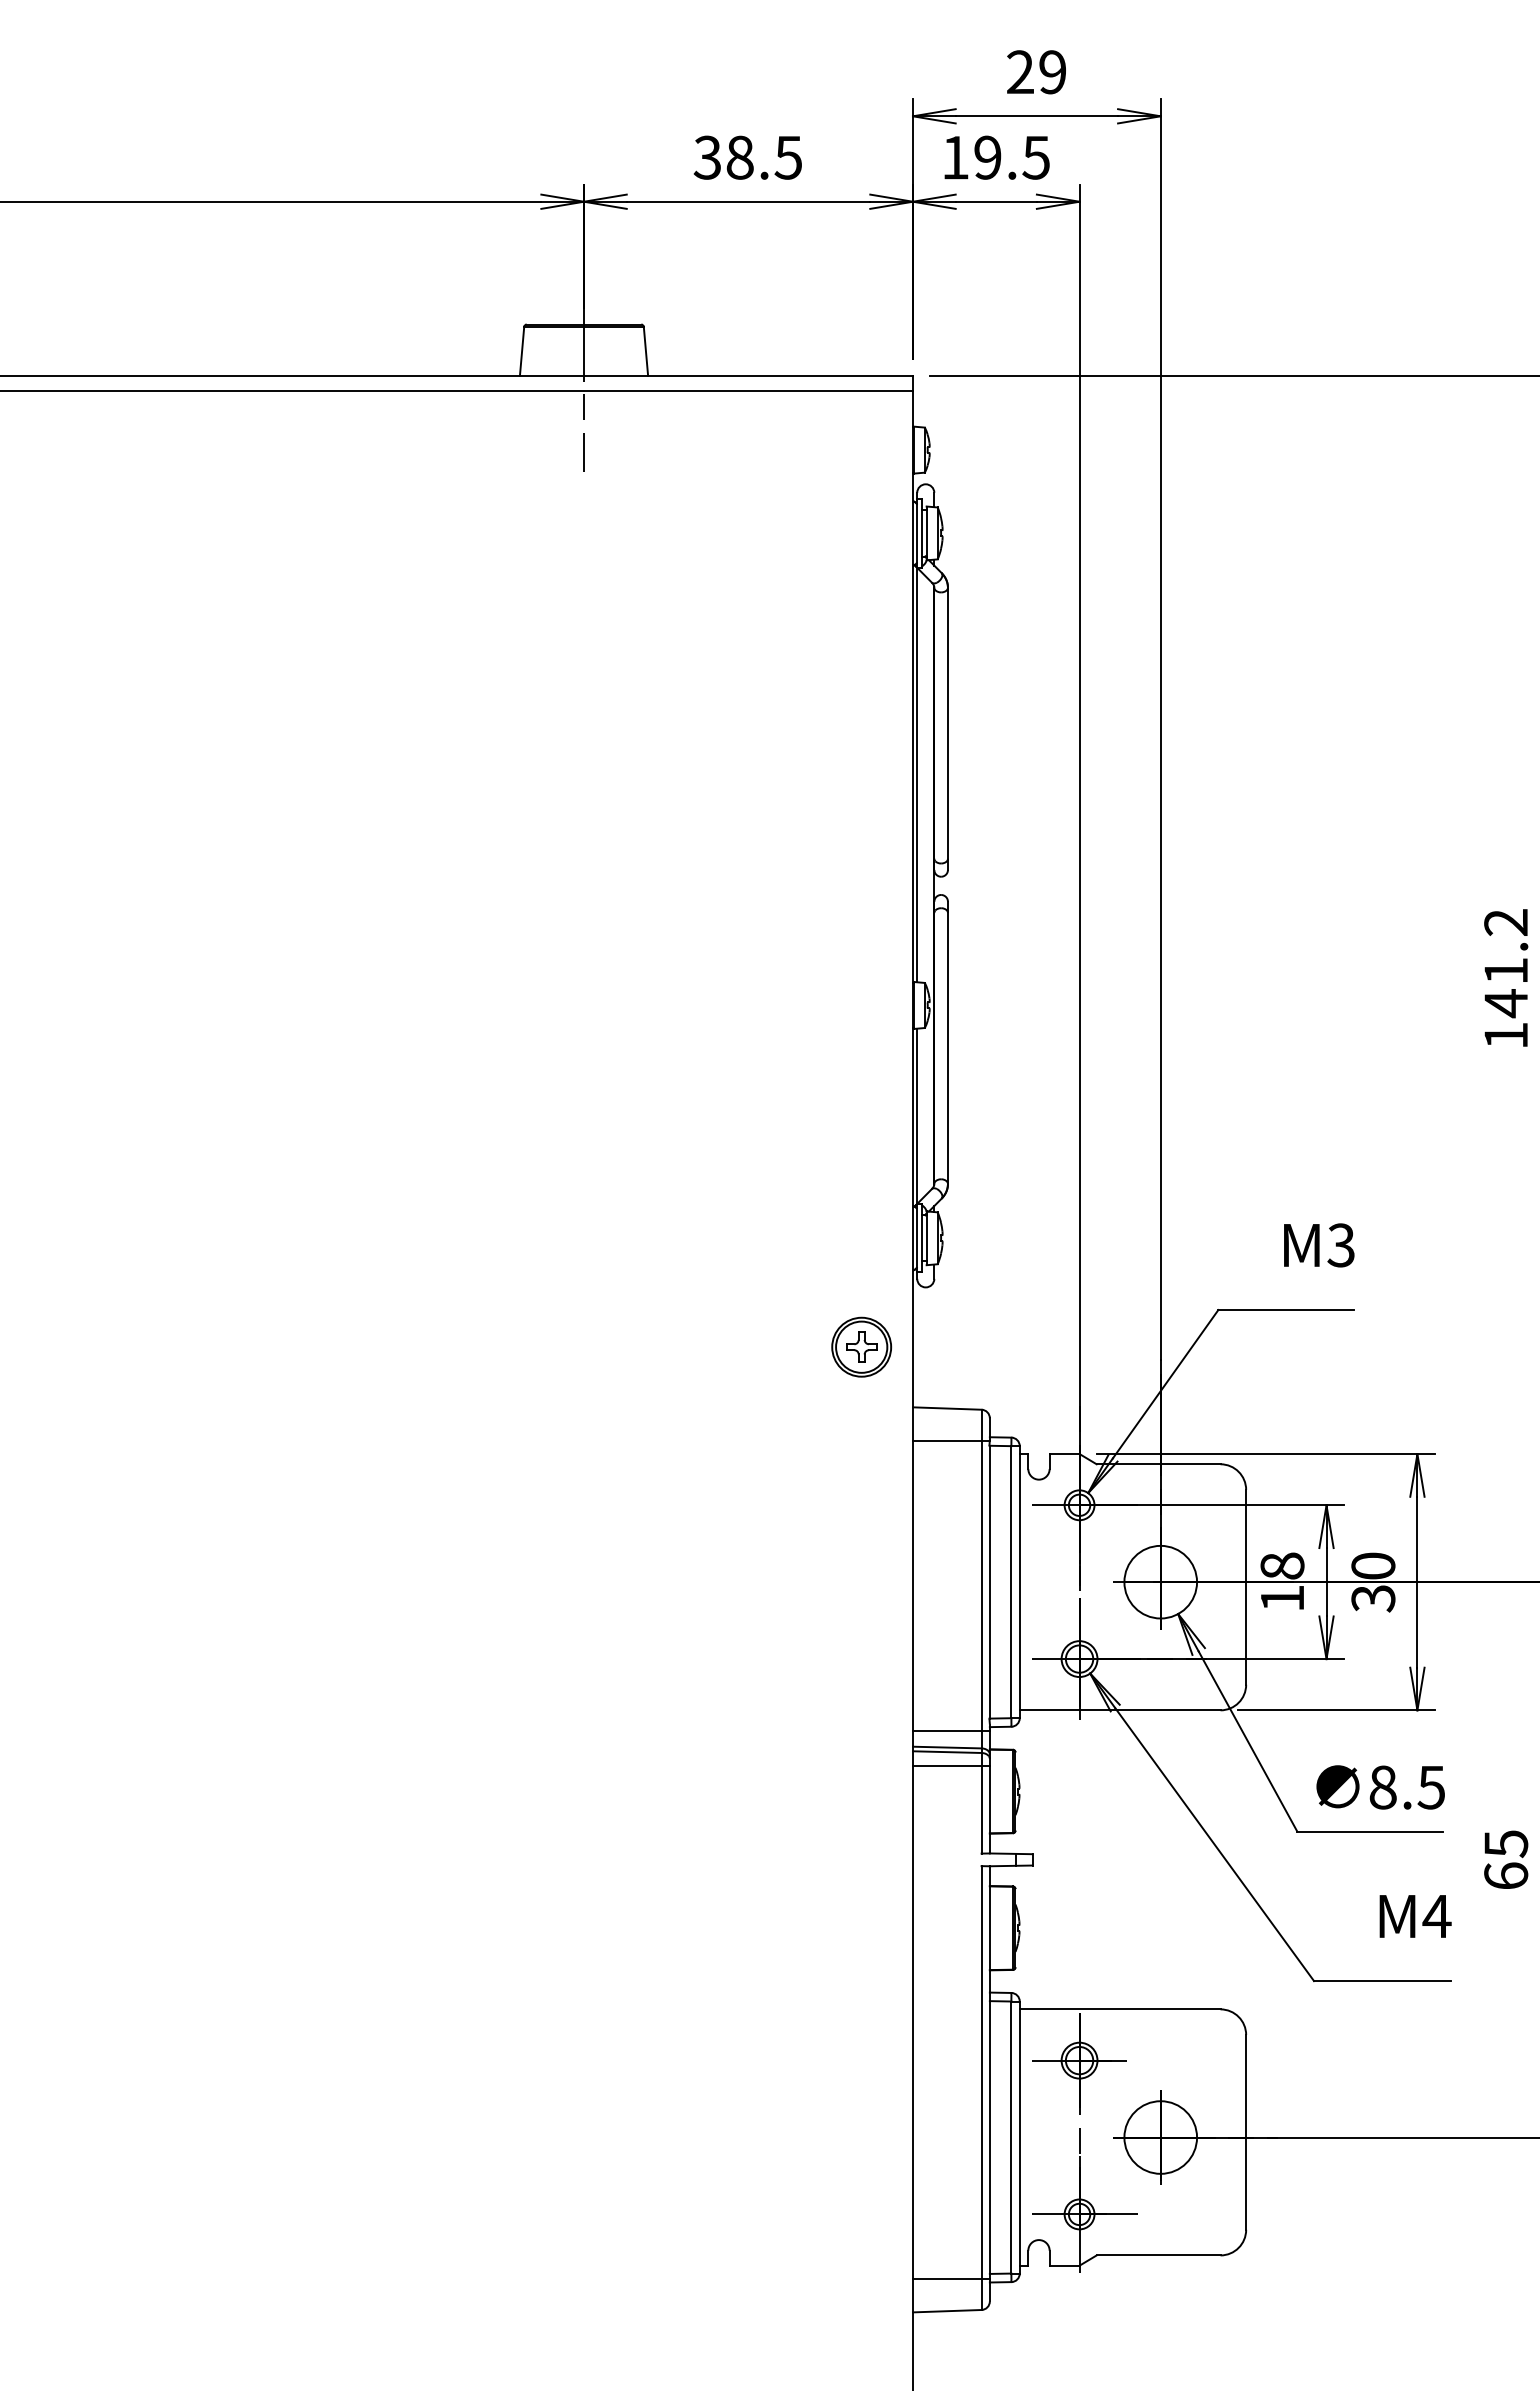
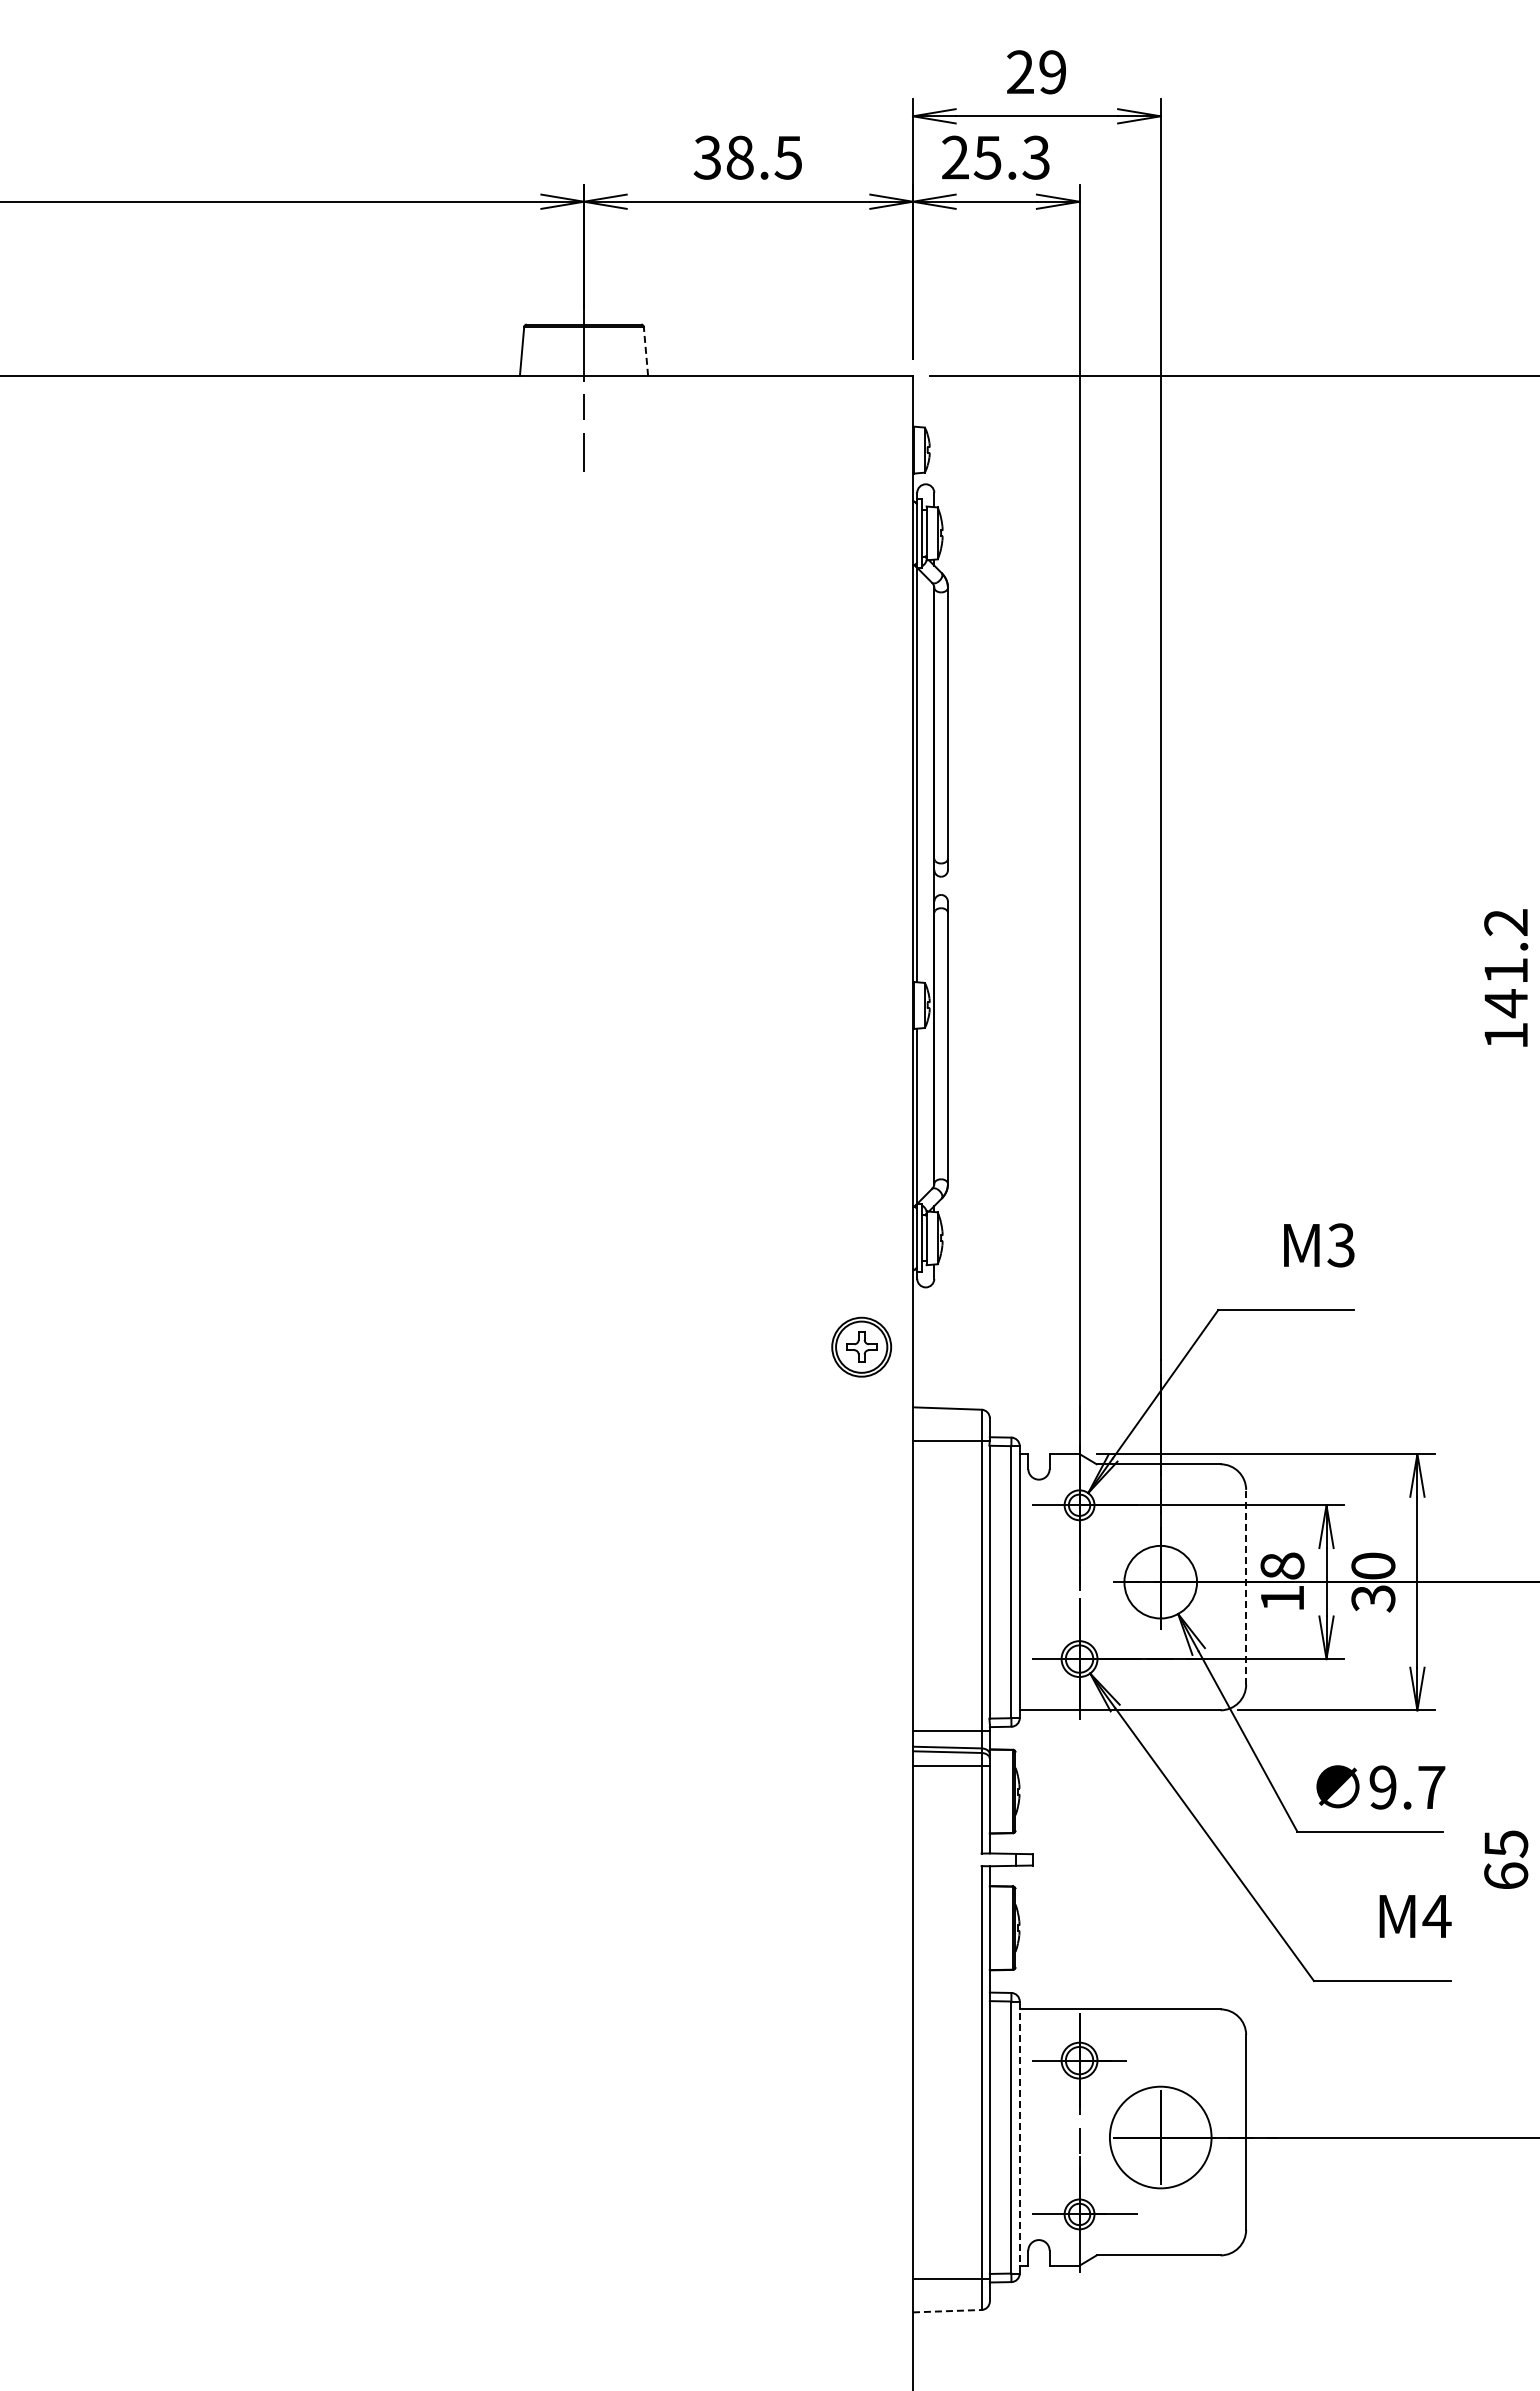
text at (995, 157): 19.5 -> 25.3
line at (645, 351): solid -> dashed
line at (457, 391): present -> none
line at (1246, 1586): solid -> dashed
text at (1407, 1787): 8.5 -> 9.7
circle at (1160, 2137) diameter: 73 px -> 102 px
line at (1019, 2138): solid -> dashed
line at (947, 2311): solid -> dashed
